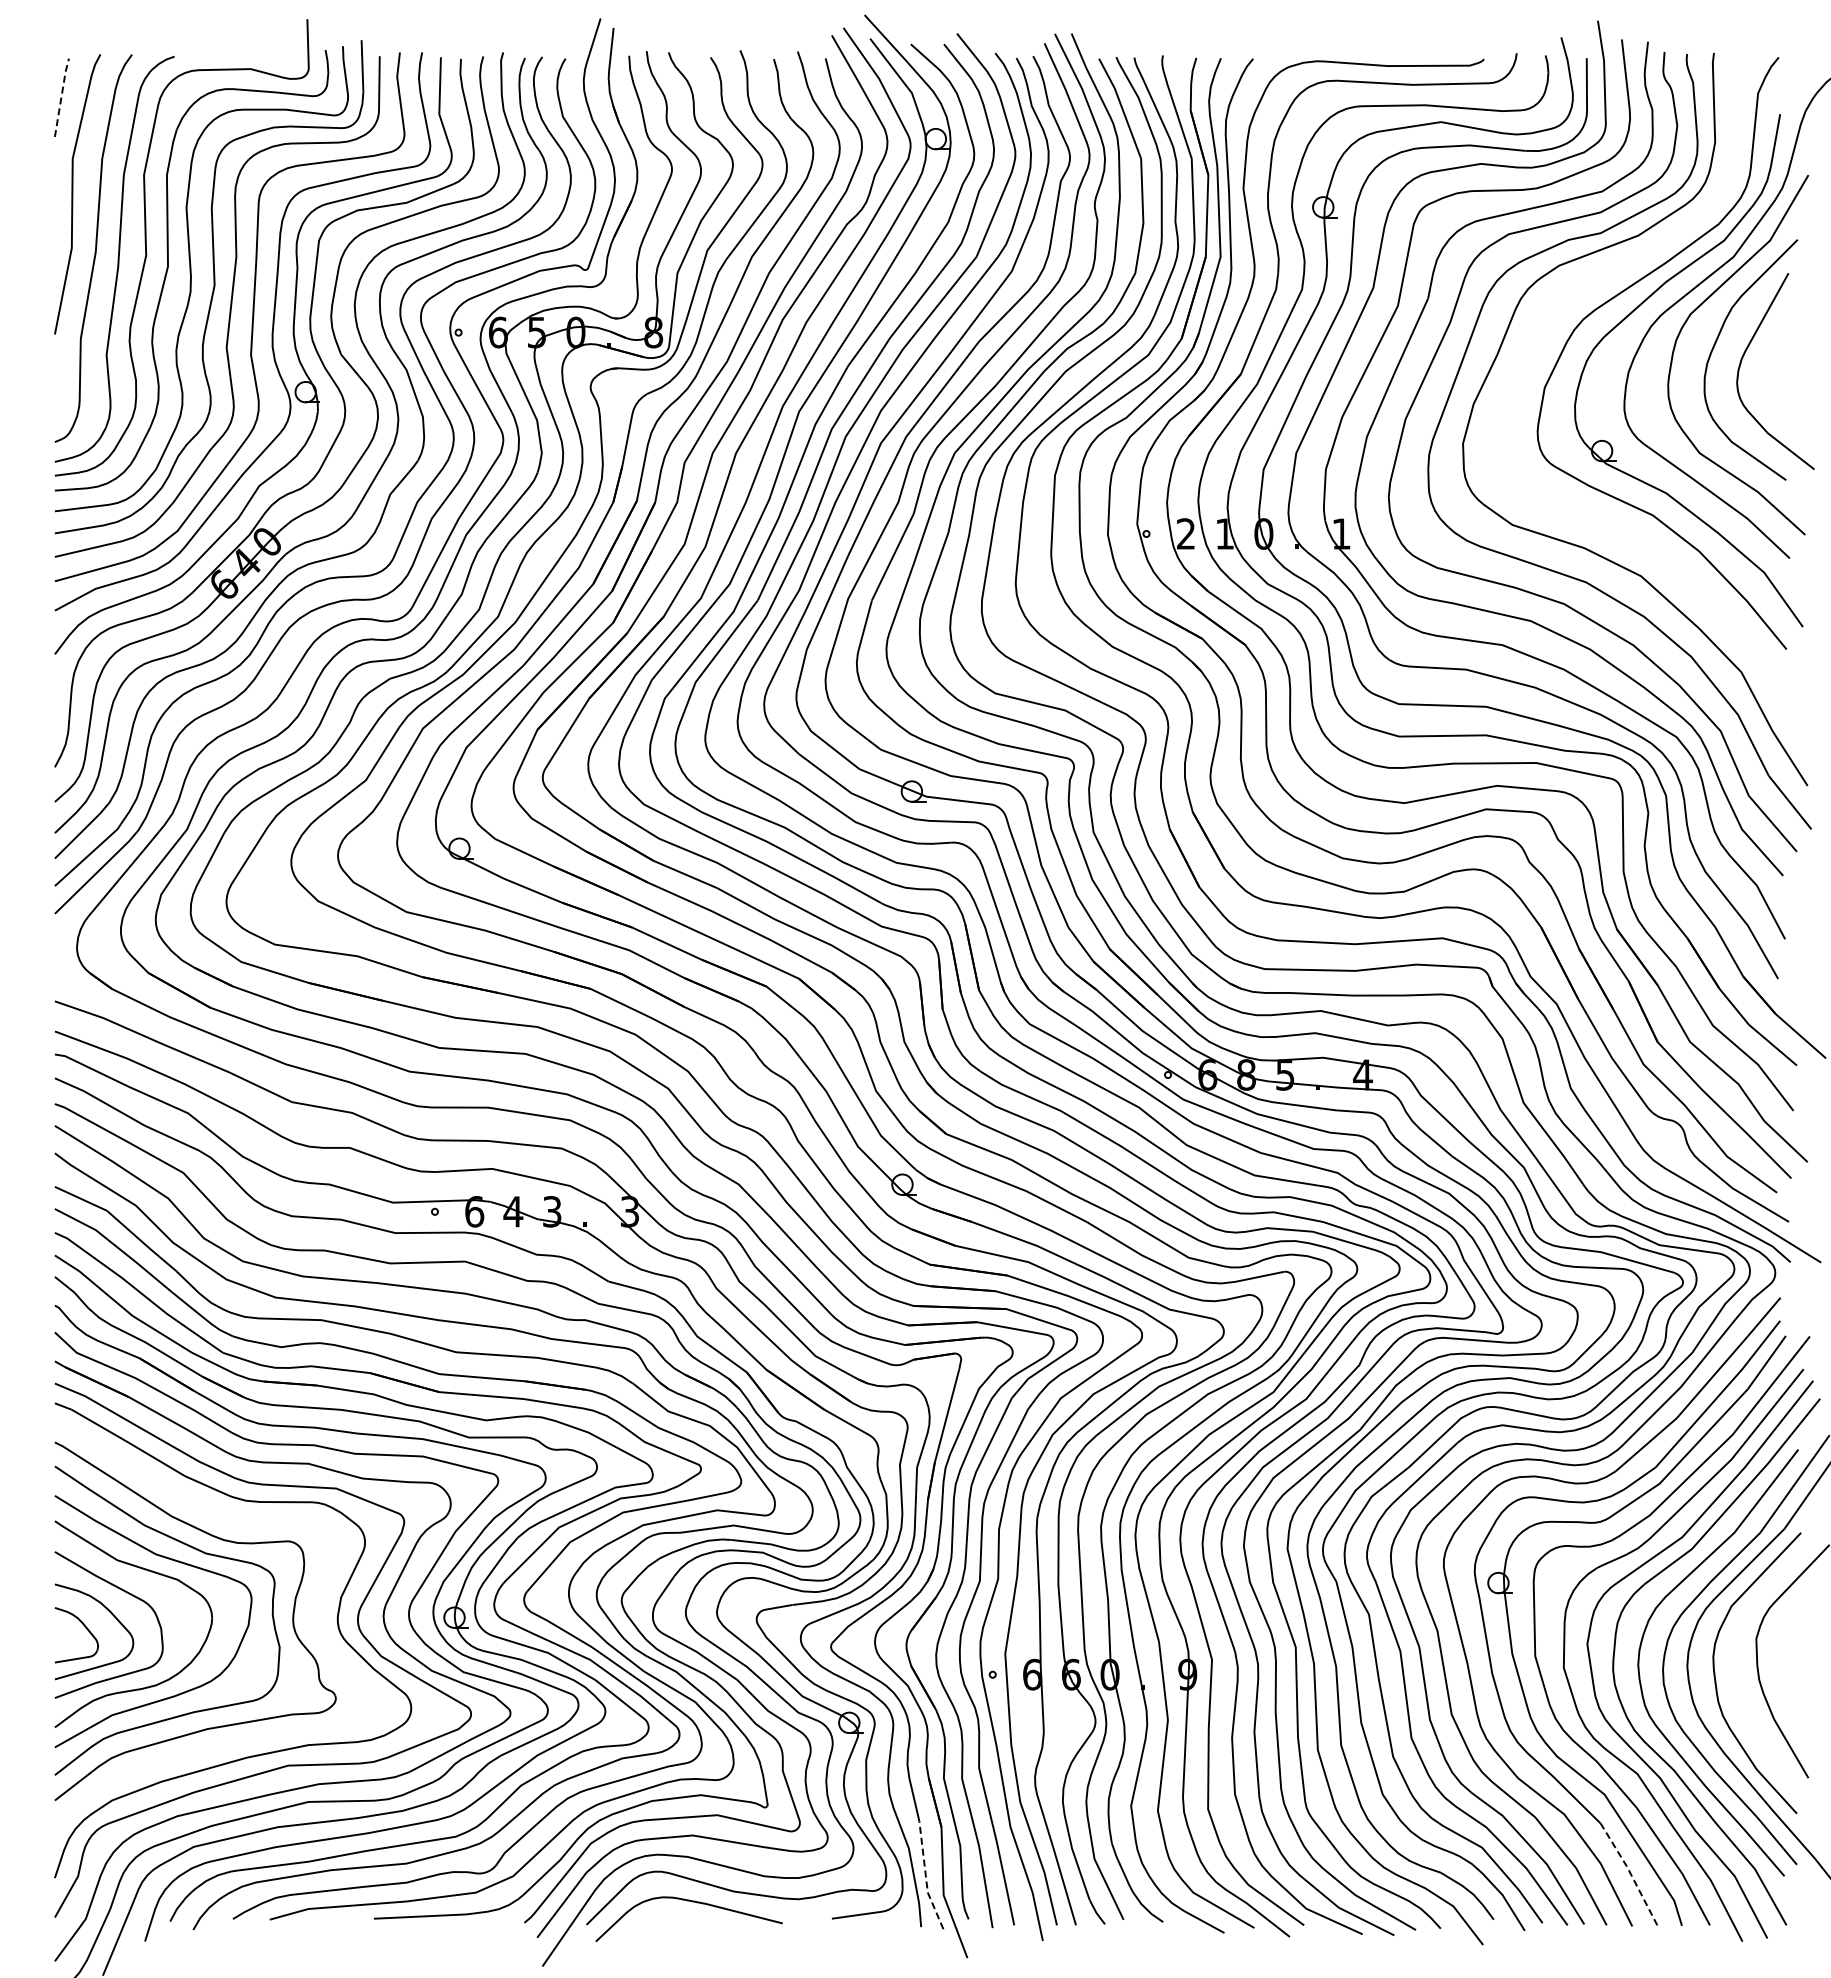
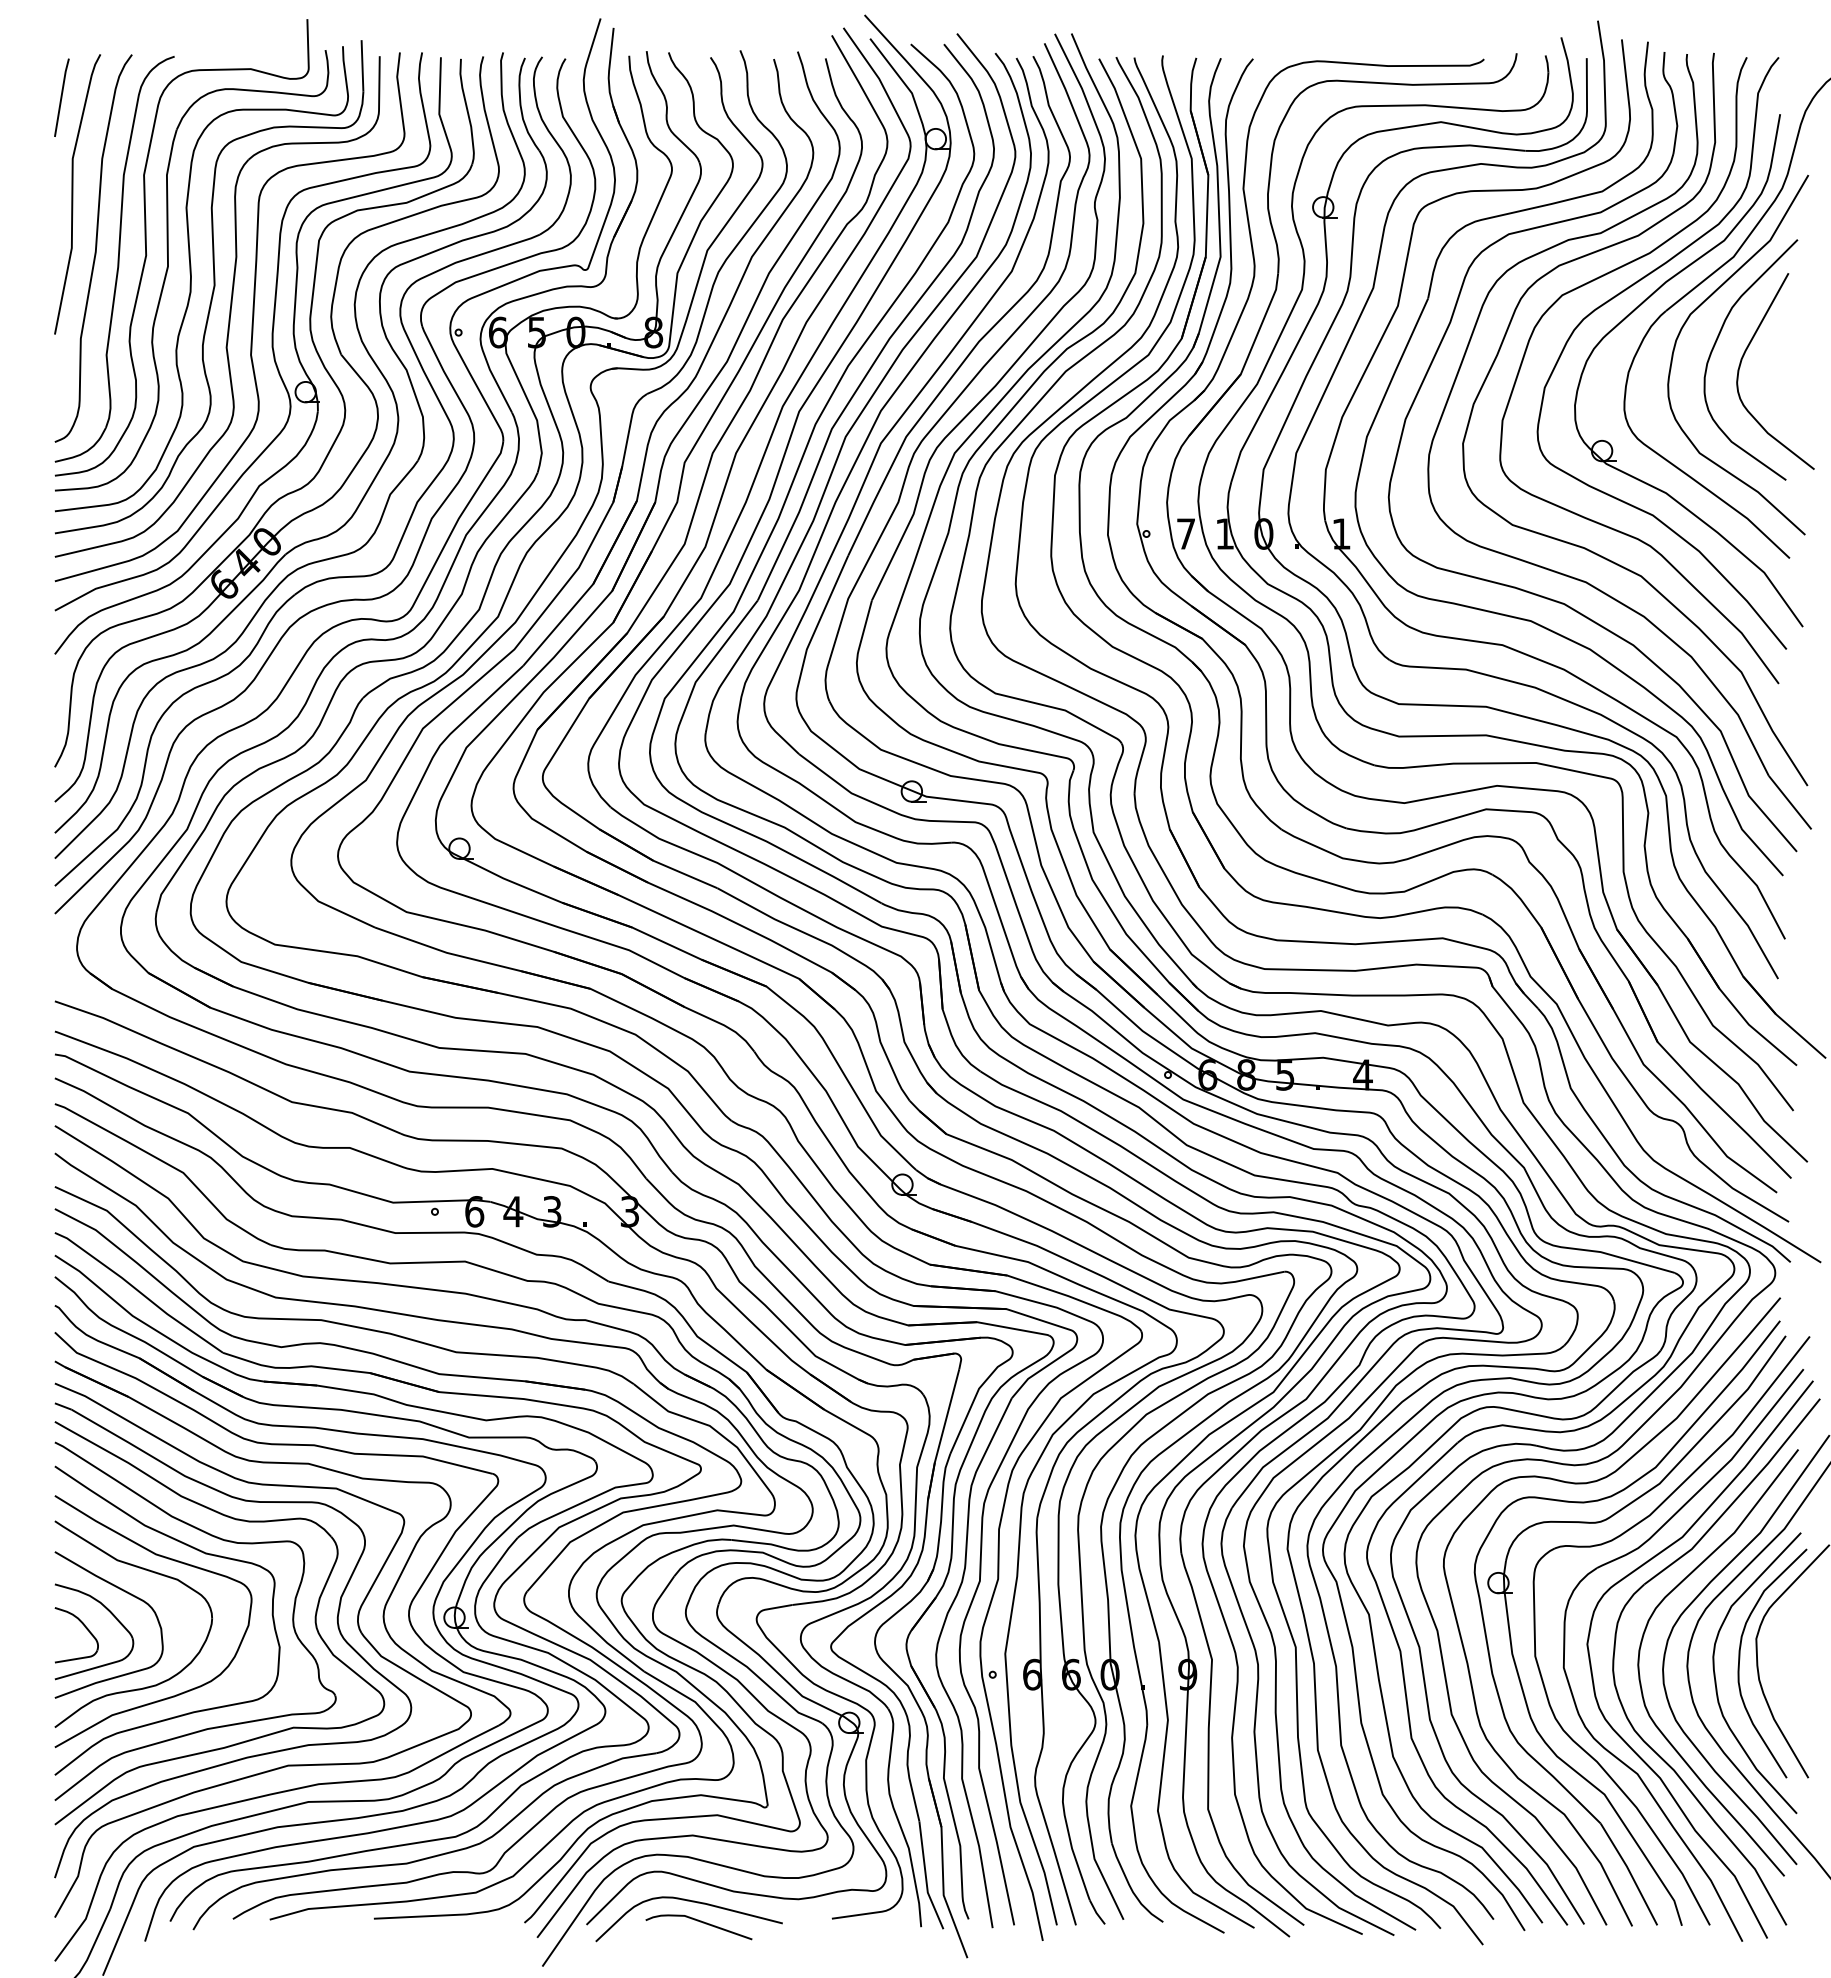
line at (61, 96): dashed -> solid
curve at (1595, 280): none -> present
text at (1185, 533): 2 -> 7
part at (314, 1622): none -> present
curve at (1740, 1659): none -> present
line at (1630, 1872): dashed -> solid
line at (925, 1876): dashed -> solid
curve at (700, 1922): none -> present
